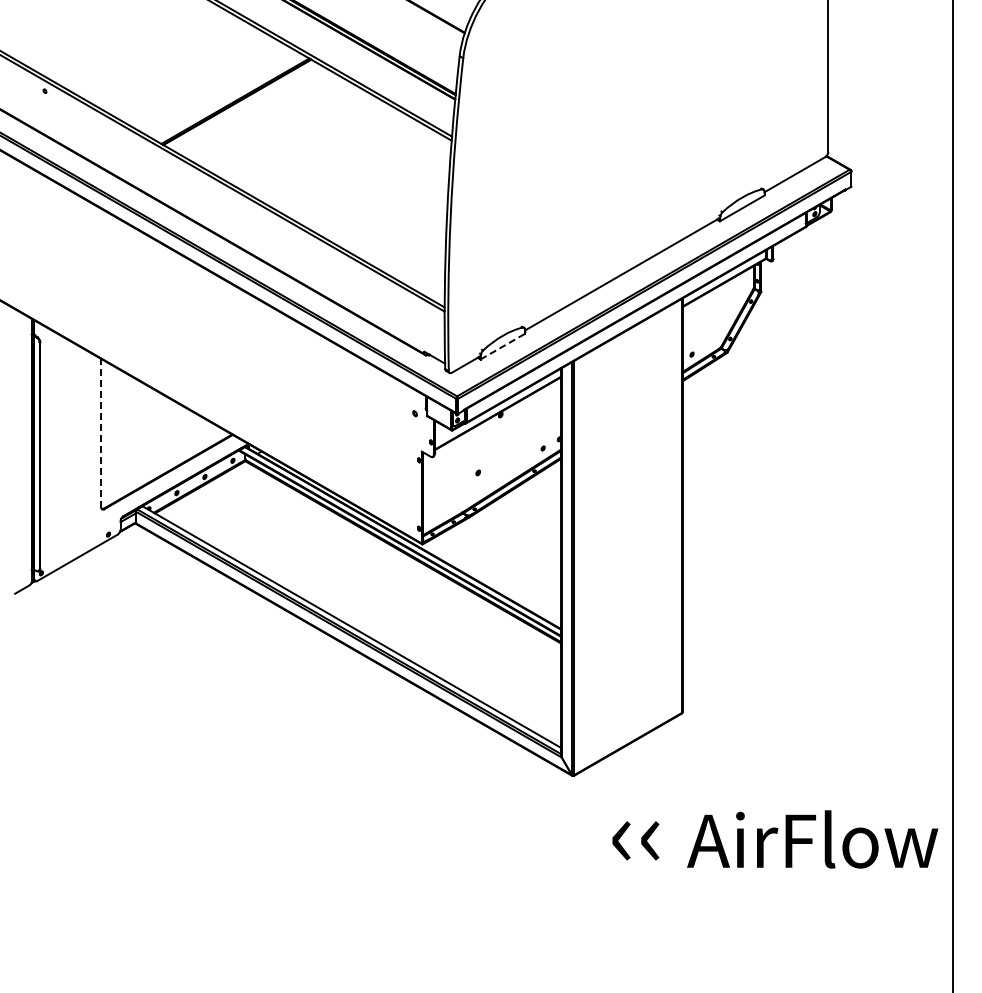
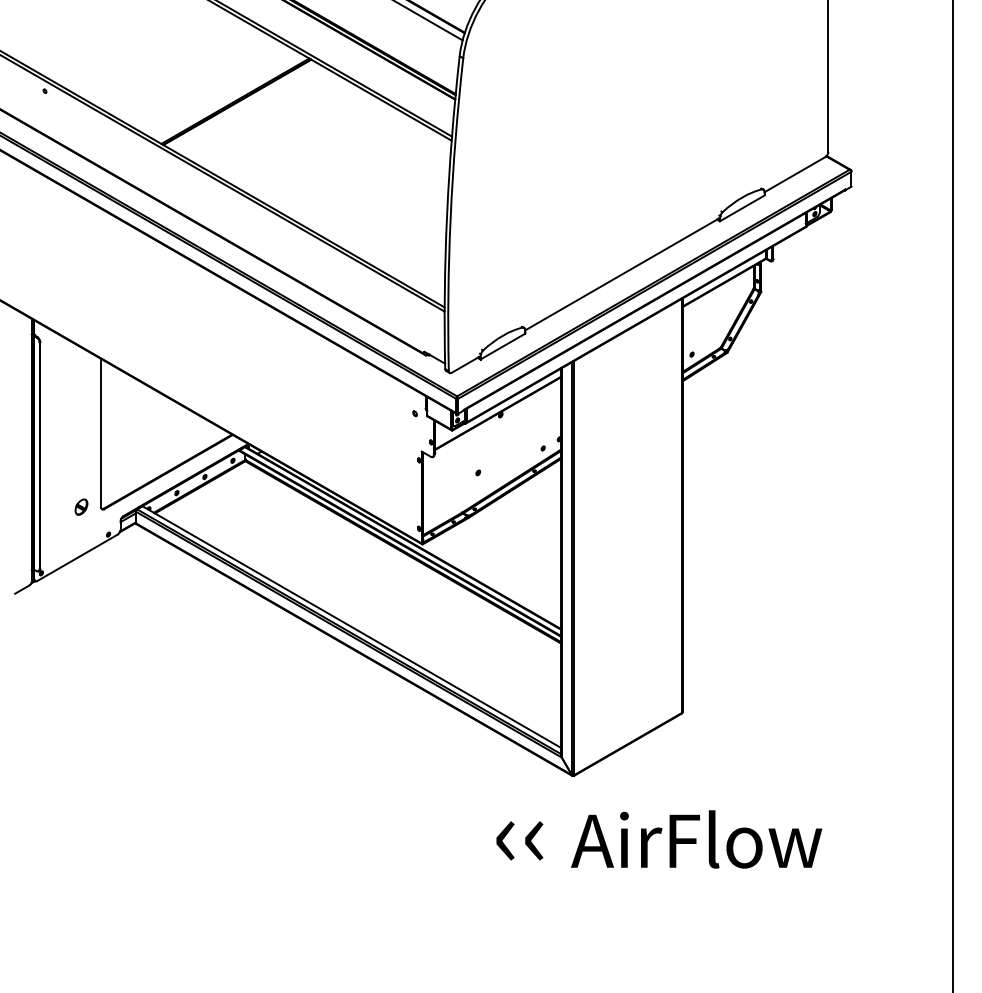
line at (429, 21): none -> present
line at (502, 346): dashed -> solid
line at (101, 432): dashed -> solid
part at (81, 506): none -> present
text at (775, 839) position: (775, 839) -> (659, 839)
